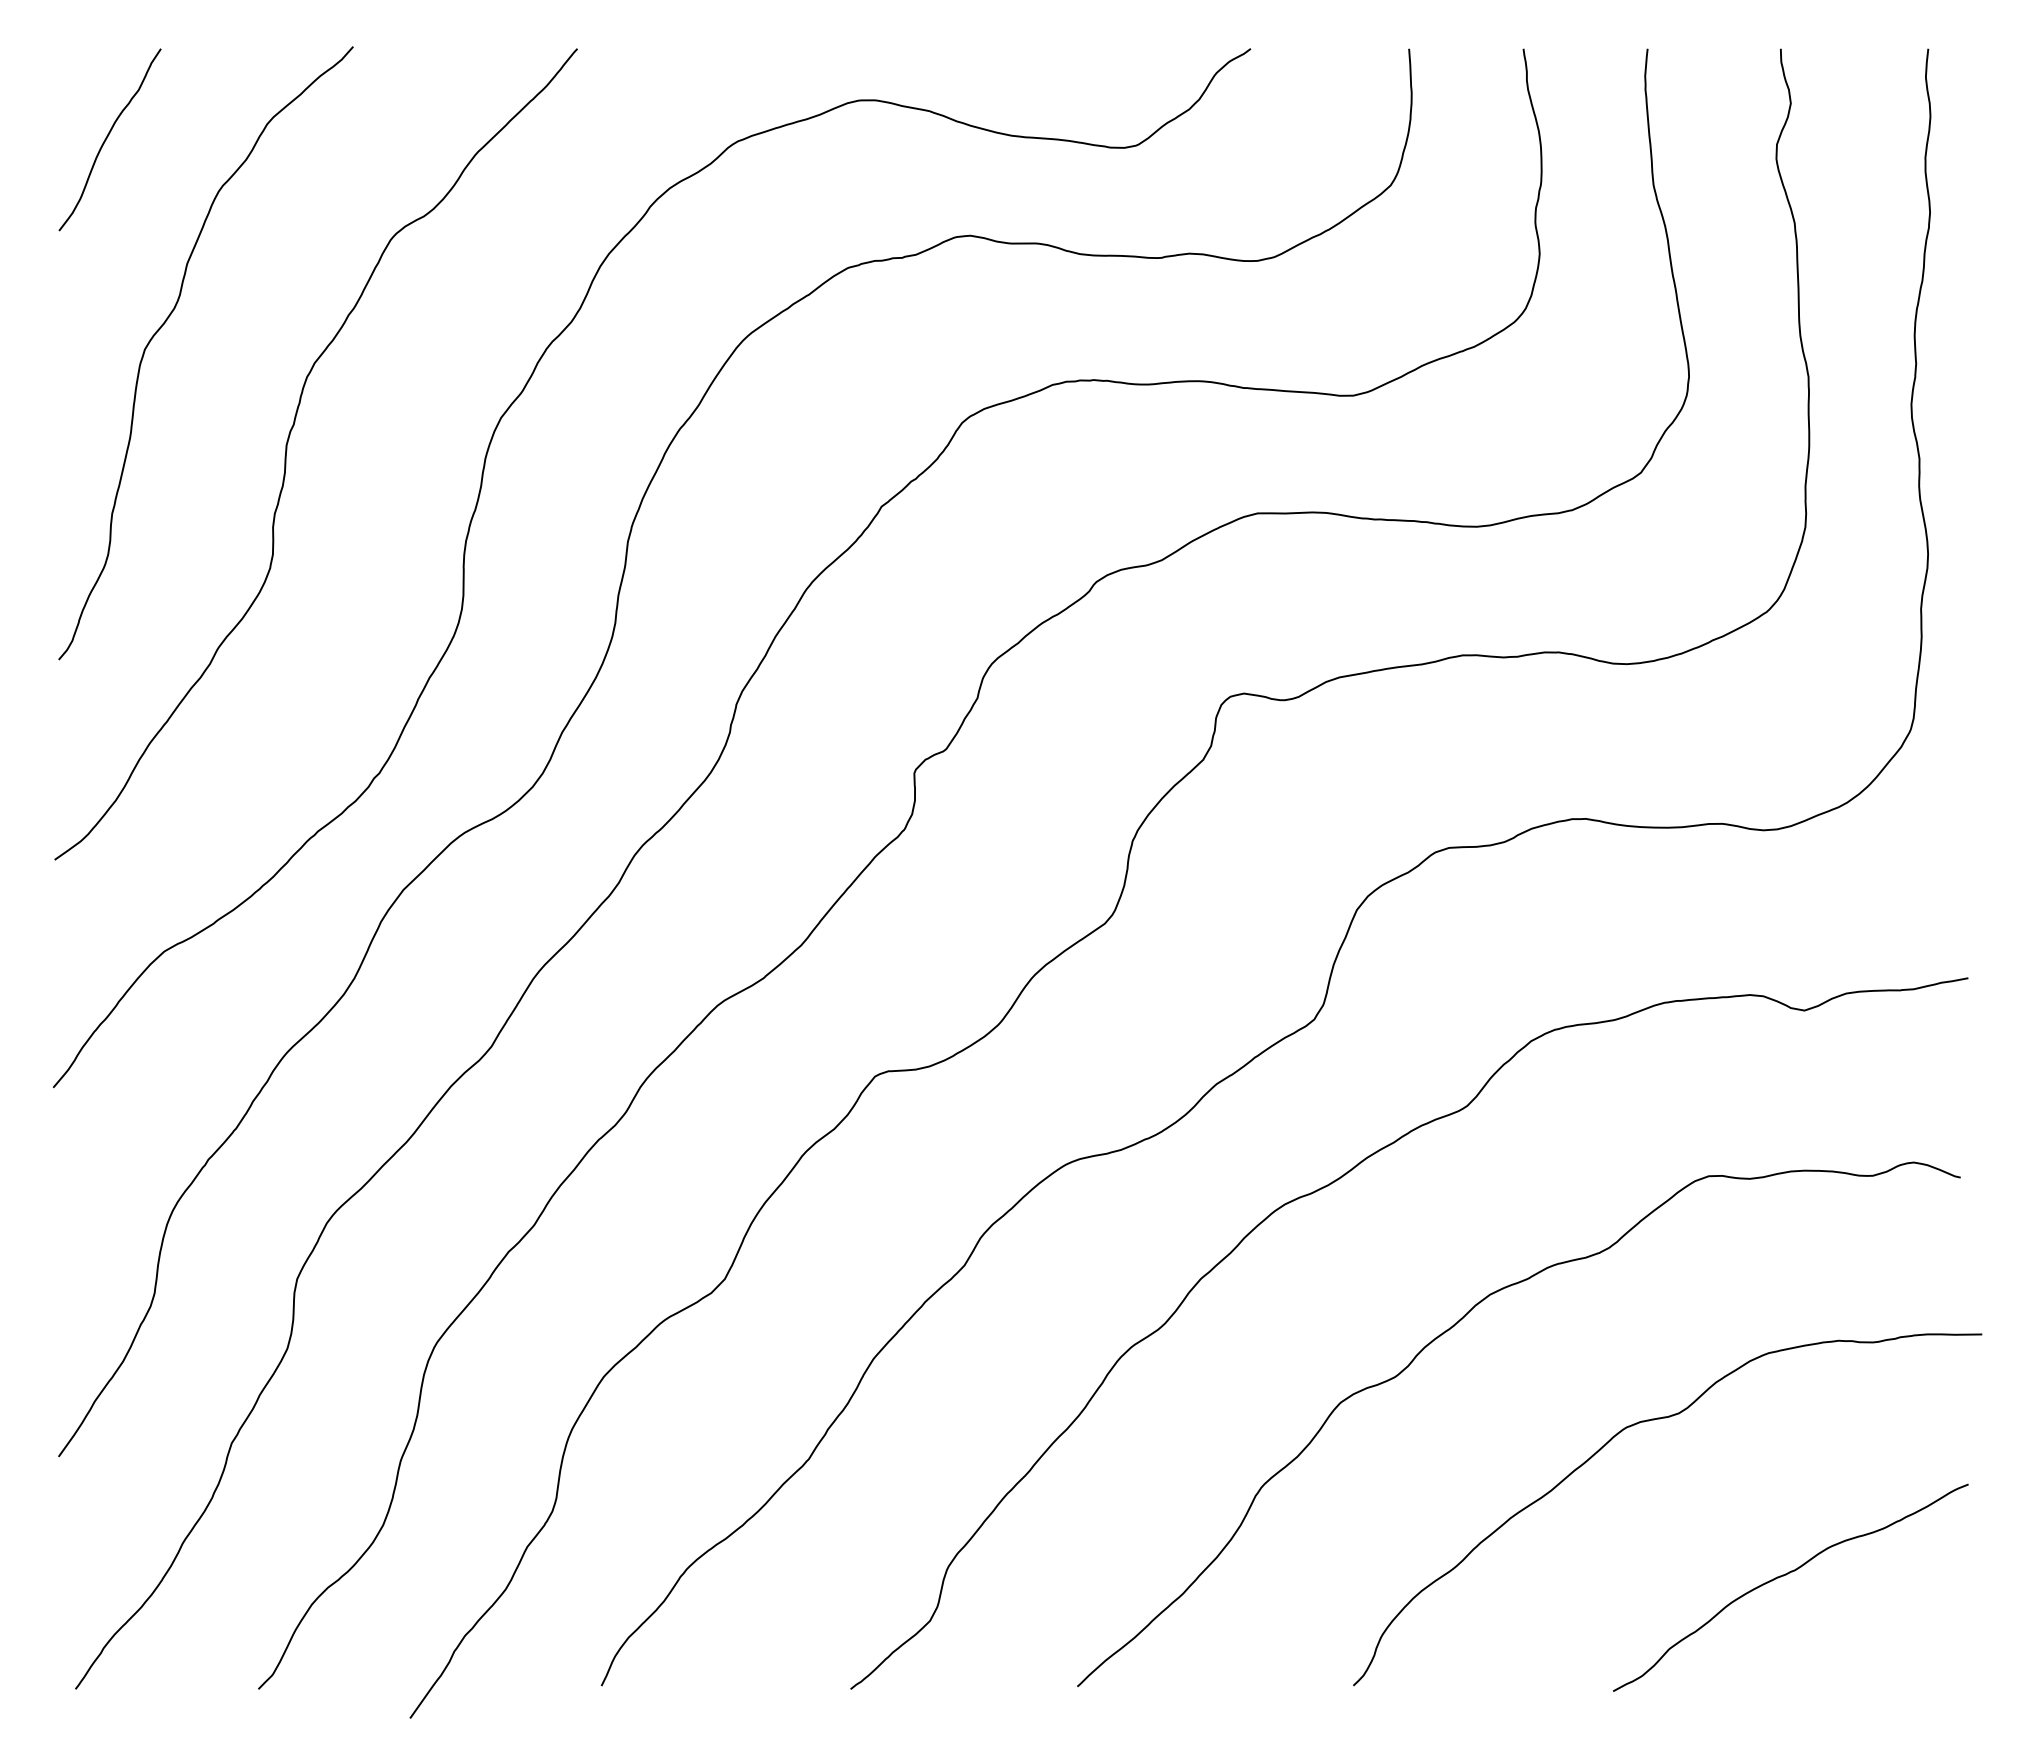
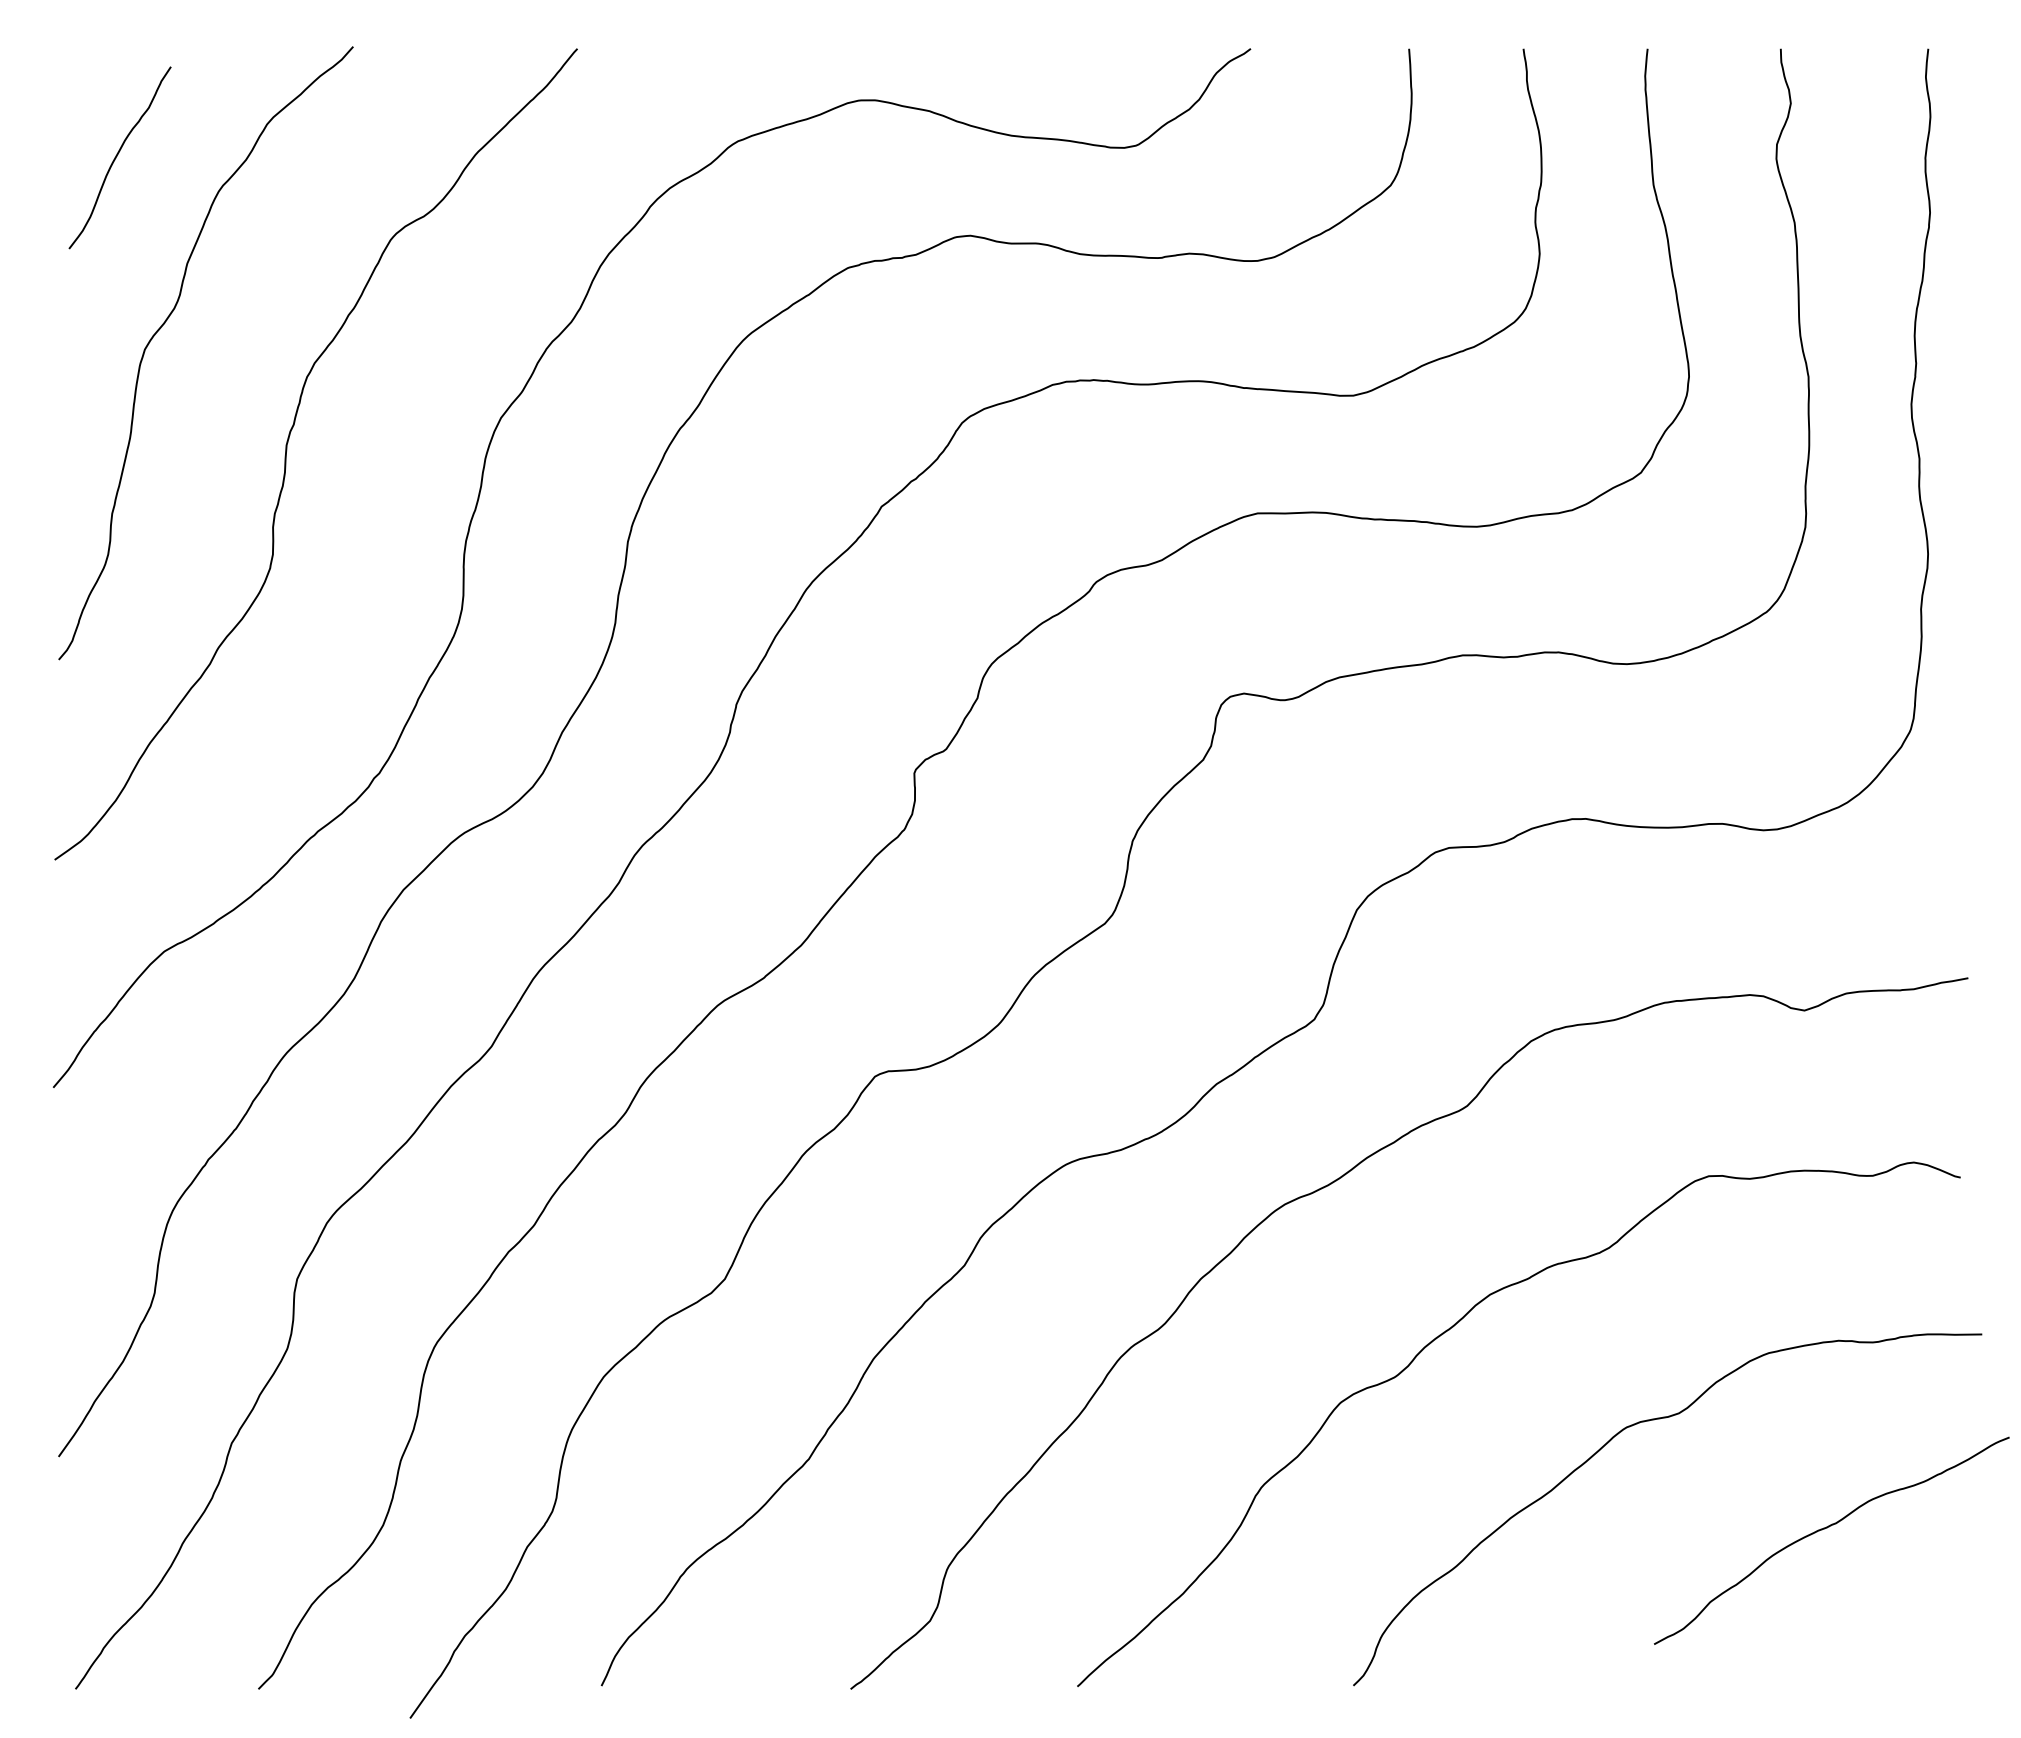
curve at (107, 138) position: (107, 138) -> (117, 156)
curve at (1786, 1575) position: (1786, 1575) -> (1827, 1528)
